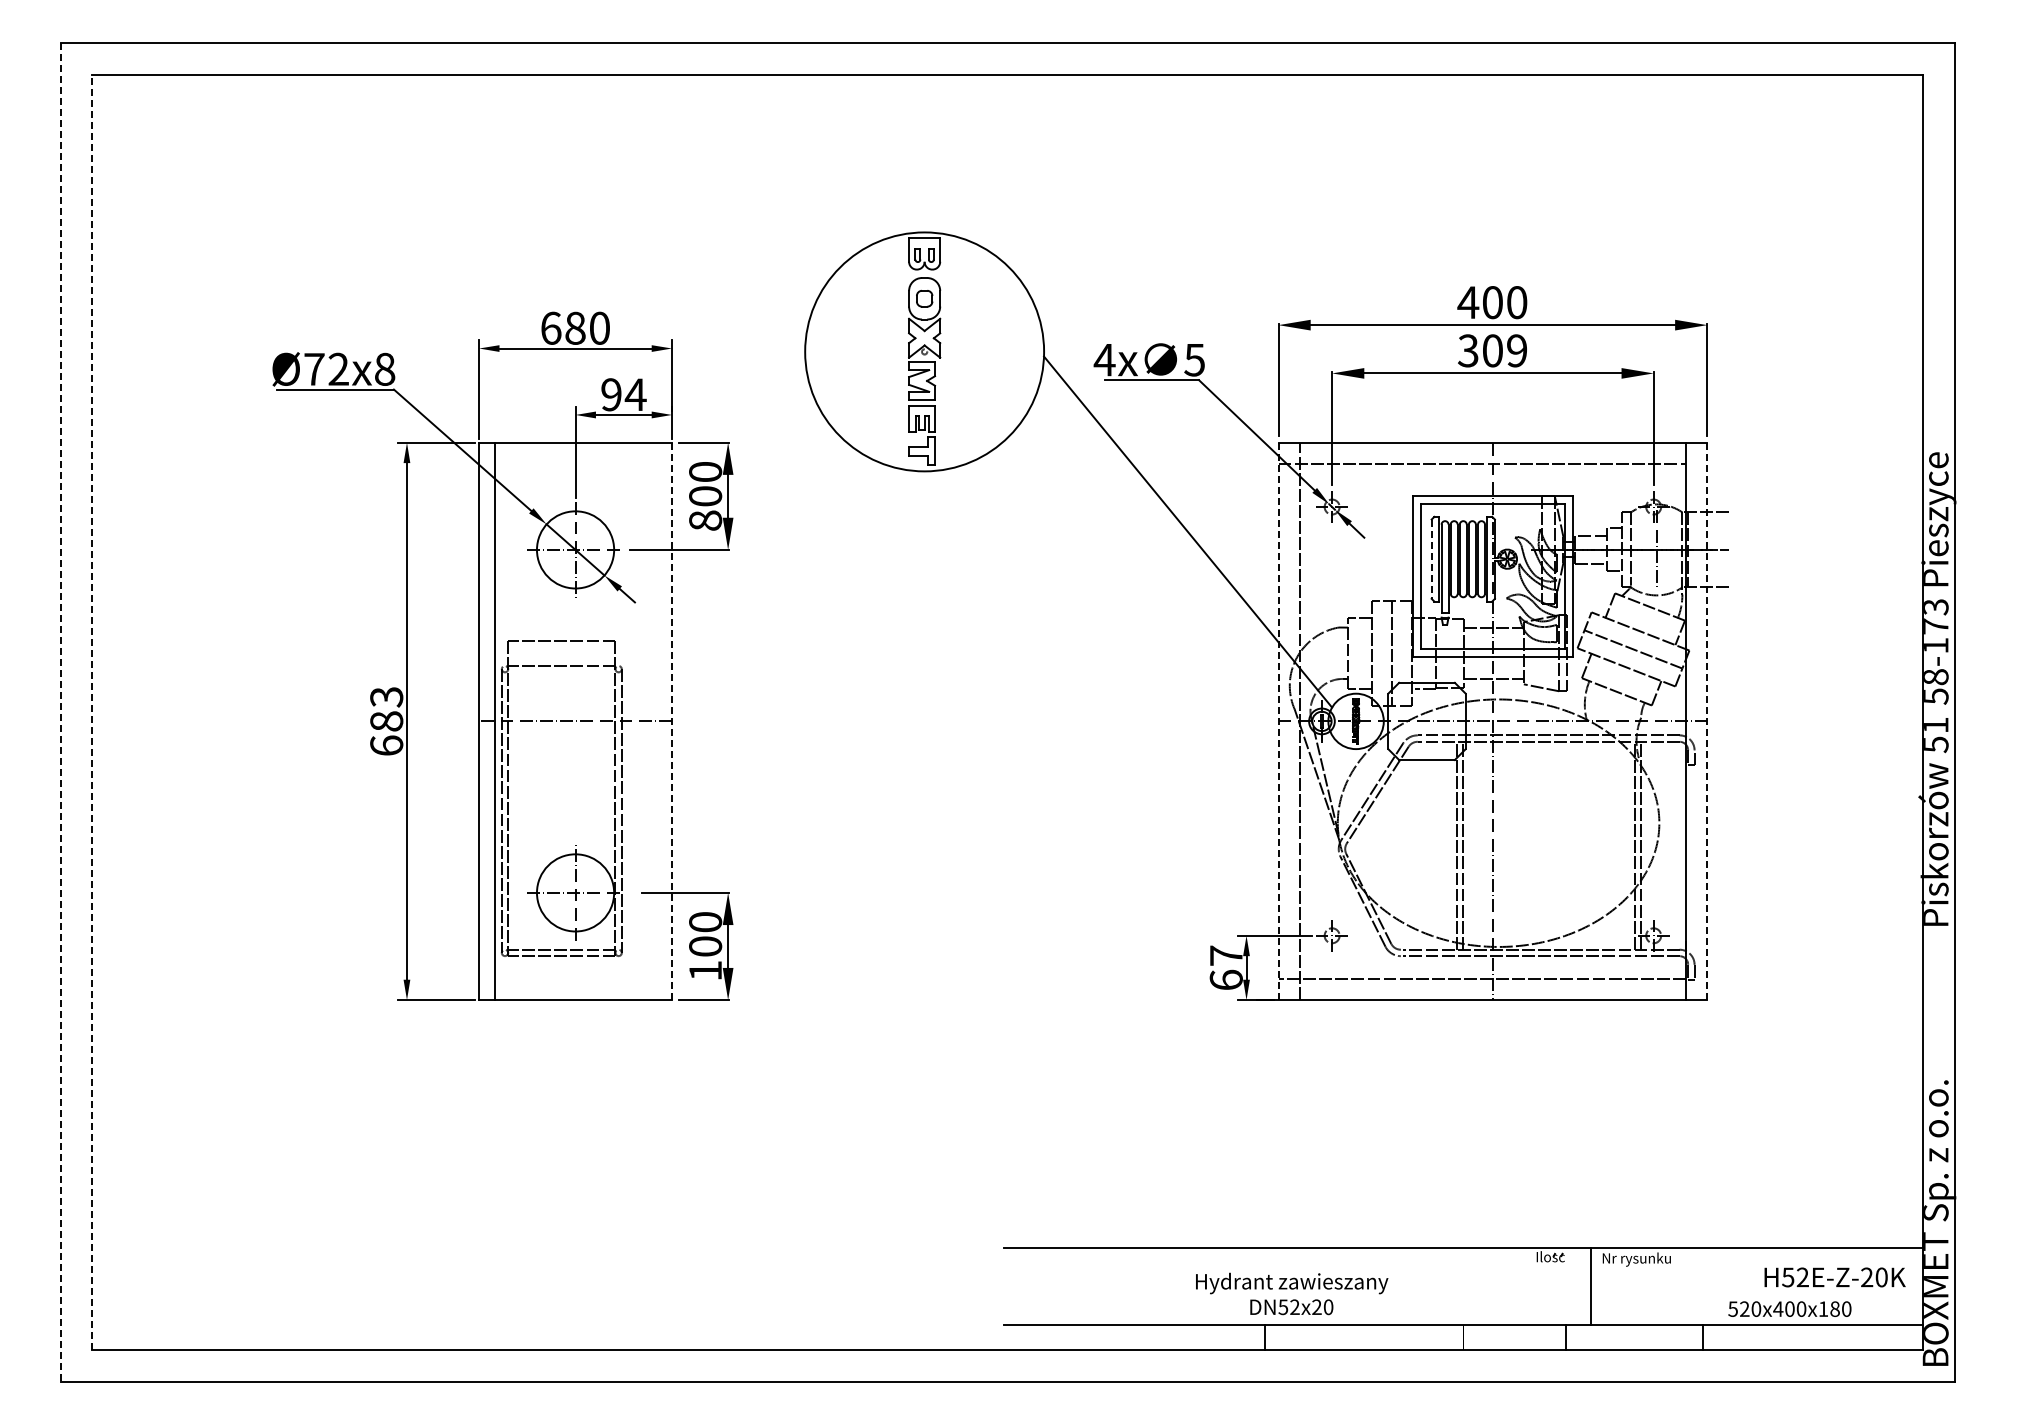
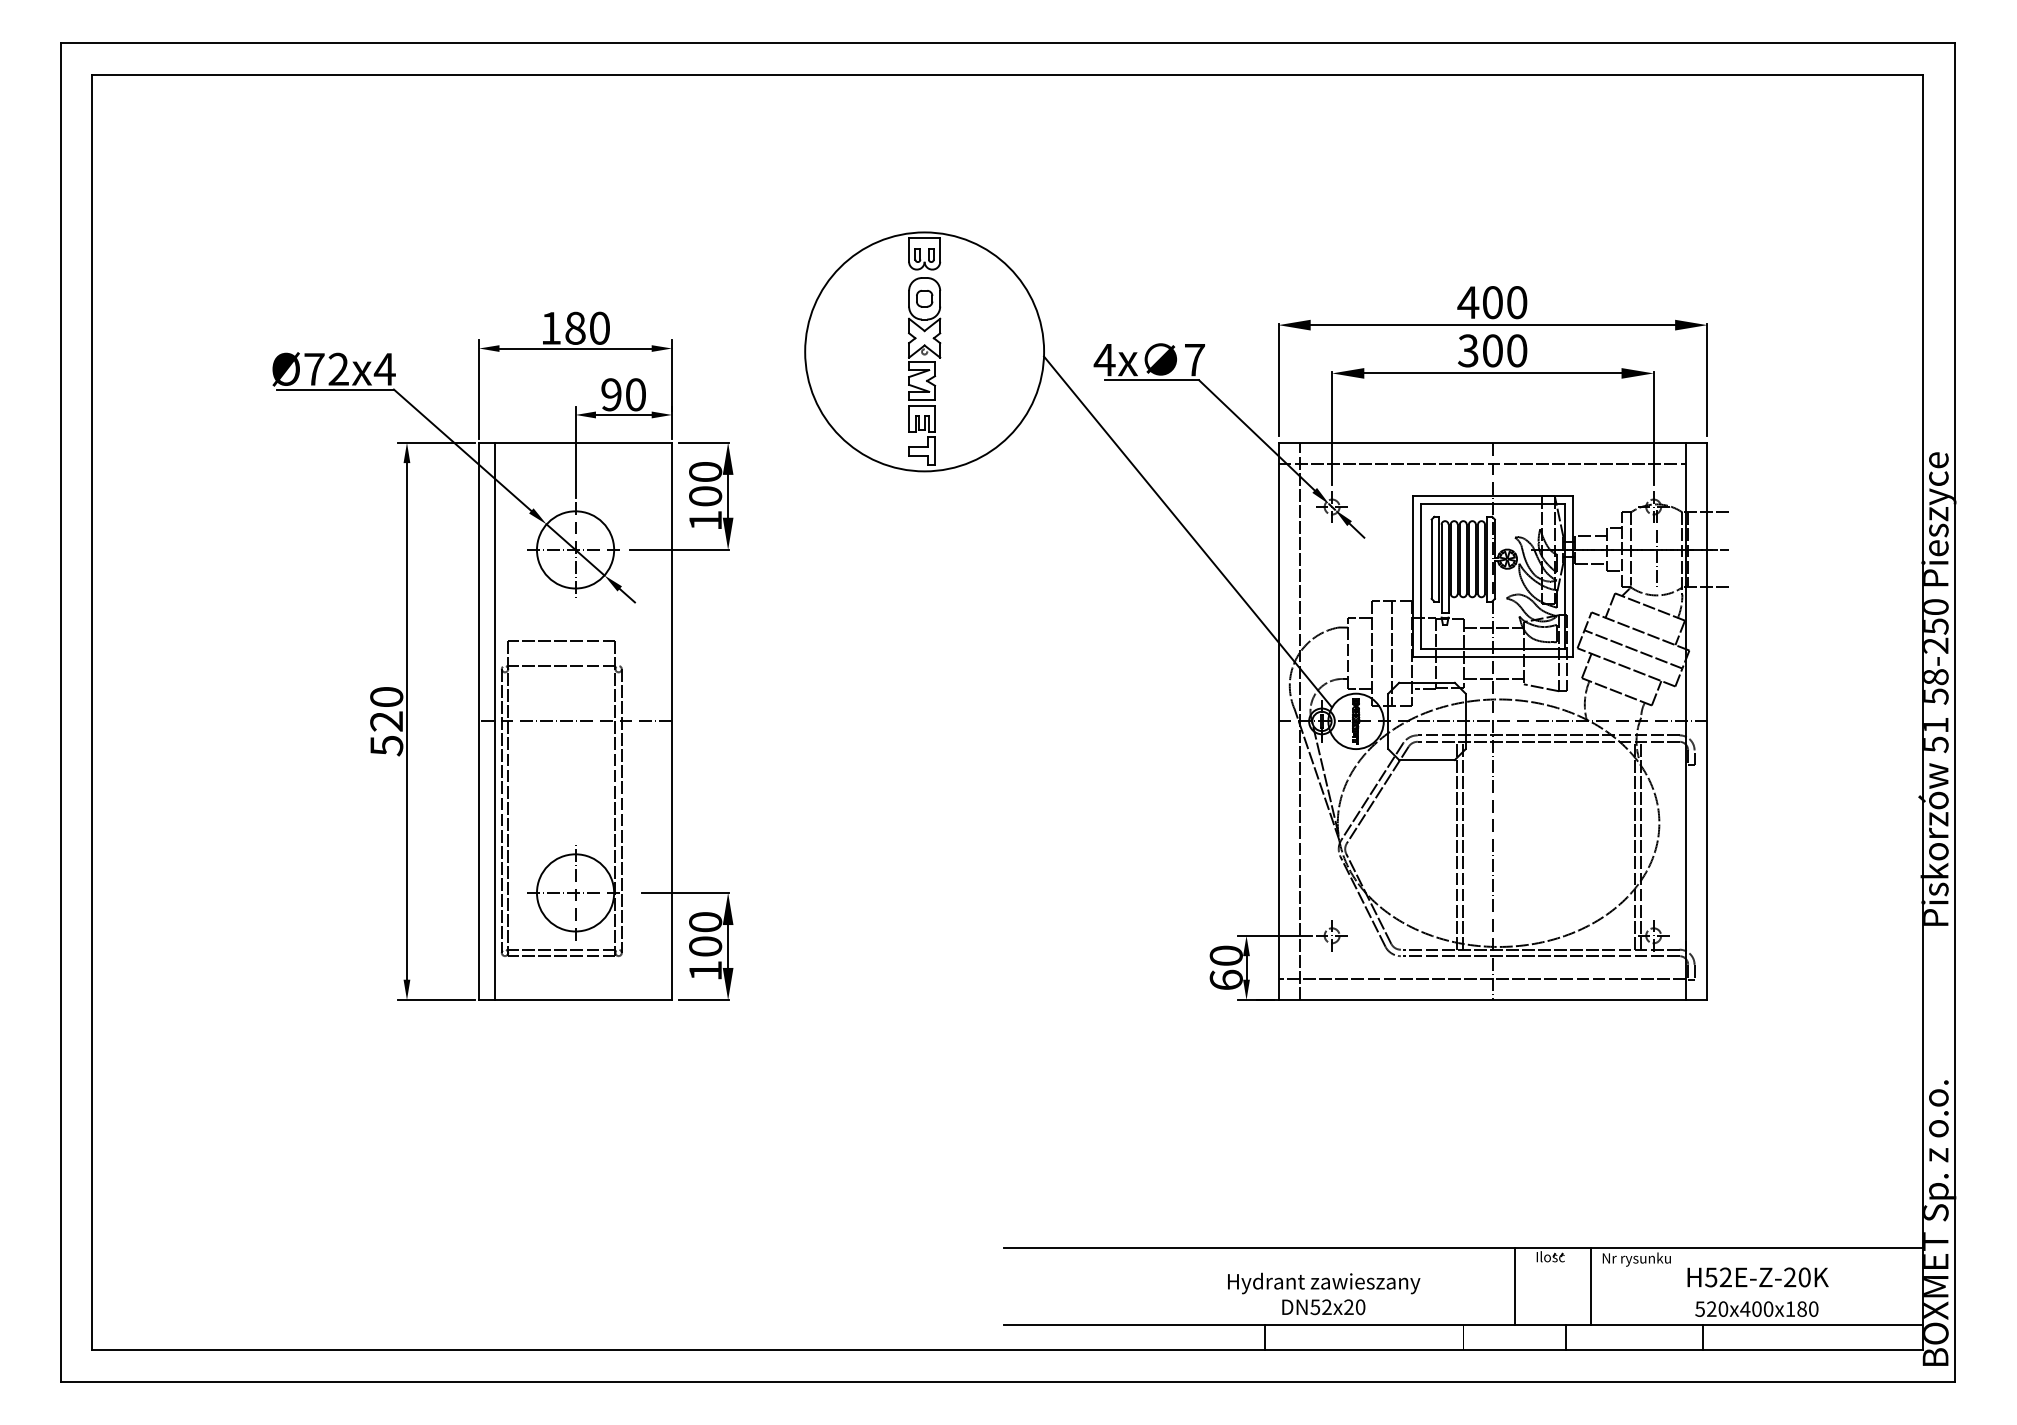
text at (551, 327): 680 -> 180
text at (1517, 350): 309 -> 300
text at (1194, 360): 5 -> 7
text at (384, 368): Ø72x8 -> Ø72x4
text at (635, 394): 94 -> 90
text at (705, 520): 800 -> 100
line at (1431, 559): dashed -> solid
text at (1936, 626): 58-173 -> 58-250
line at (60, 712): dashed -> solid
line at (92, 712): dashed -> solid
text at (386, 721): 683 -> 520
line at (672, 721): dashed -> solid
line at (1278, 721): dashed -> solid
line at (1707, 721): dashed -> solid
text at (1225, 955): 67 -> 60
text at (1834, 1277) position: (1834, 1277) -> (1757, 1277)
line at (1514, 1286): none -> present
text at (1292, 1293) position: (1292, 1293) -> (1324, 1293)
text at (1789, 1308) position: (1789, 1308) -> (1756, 1308)
